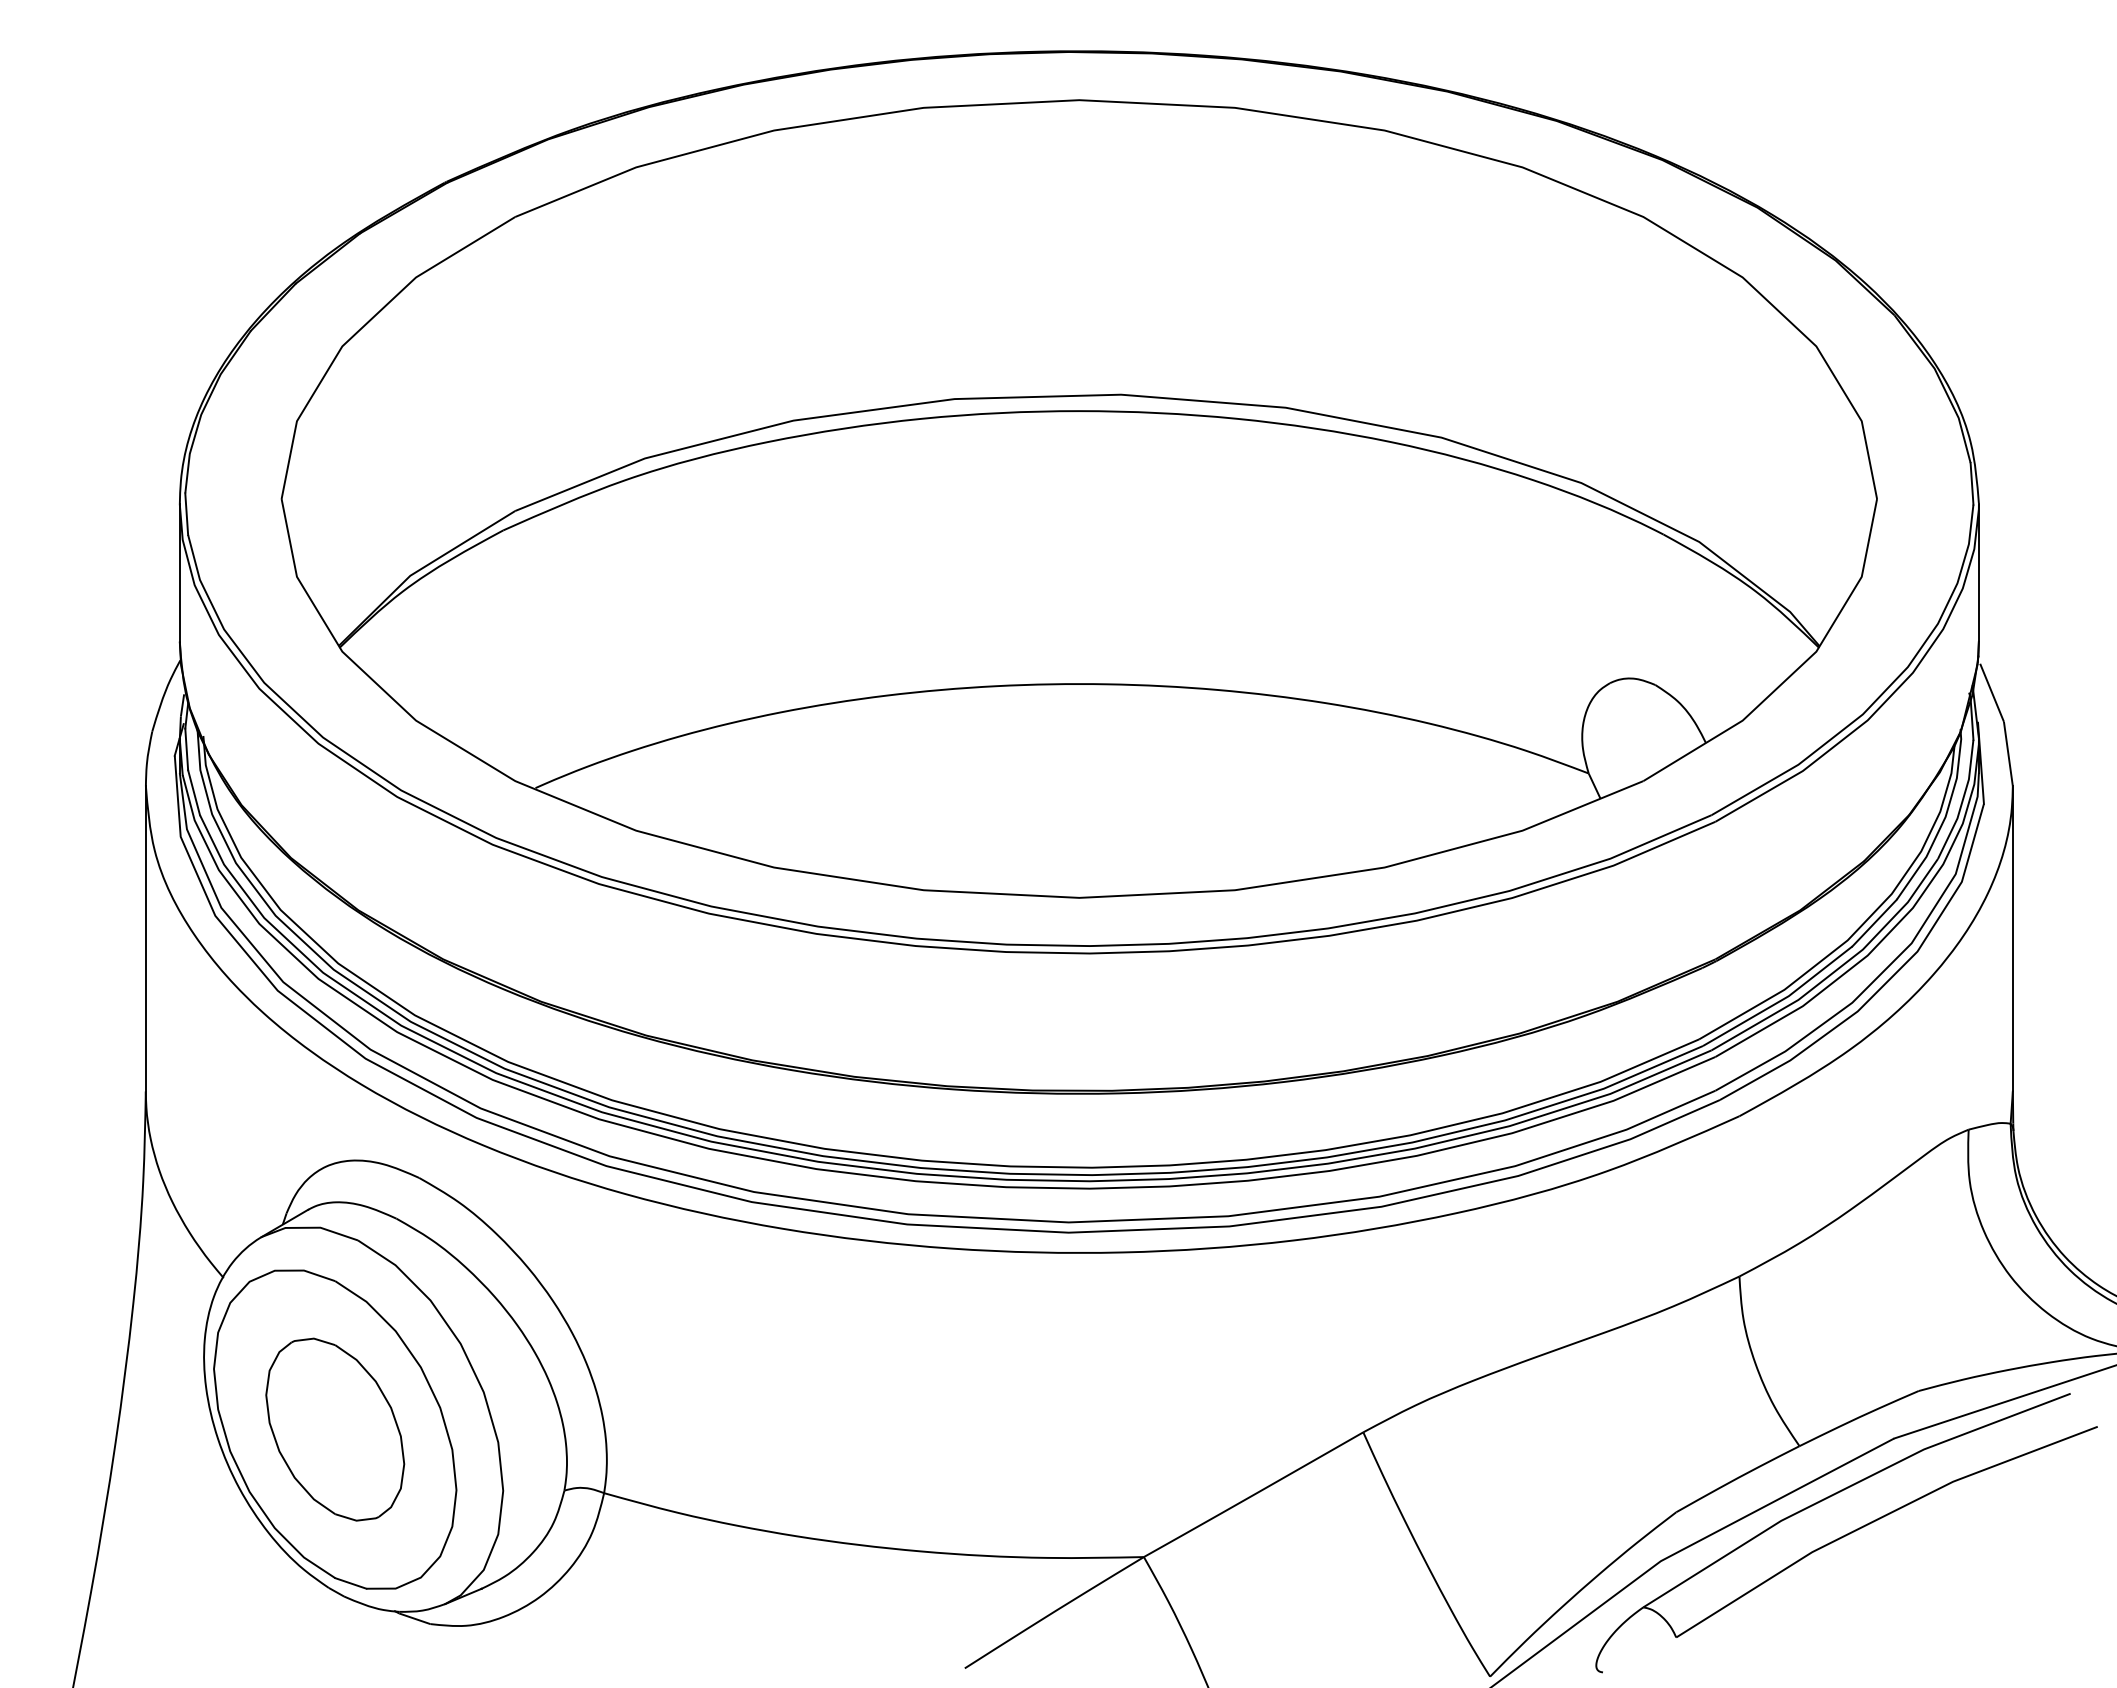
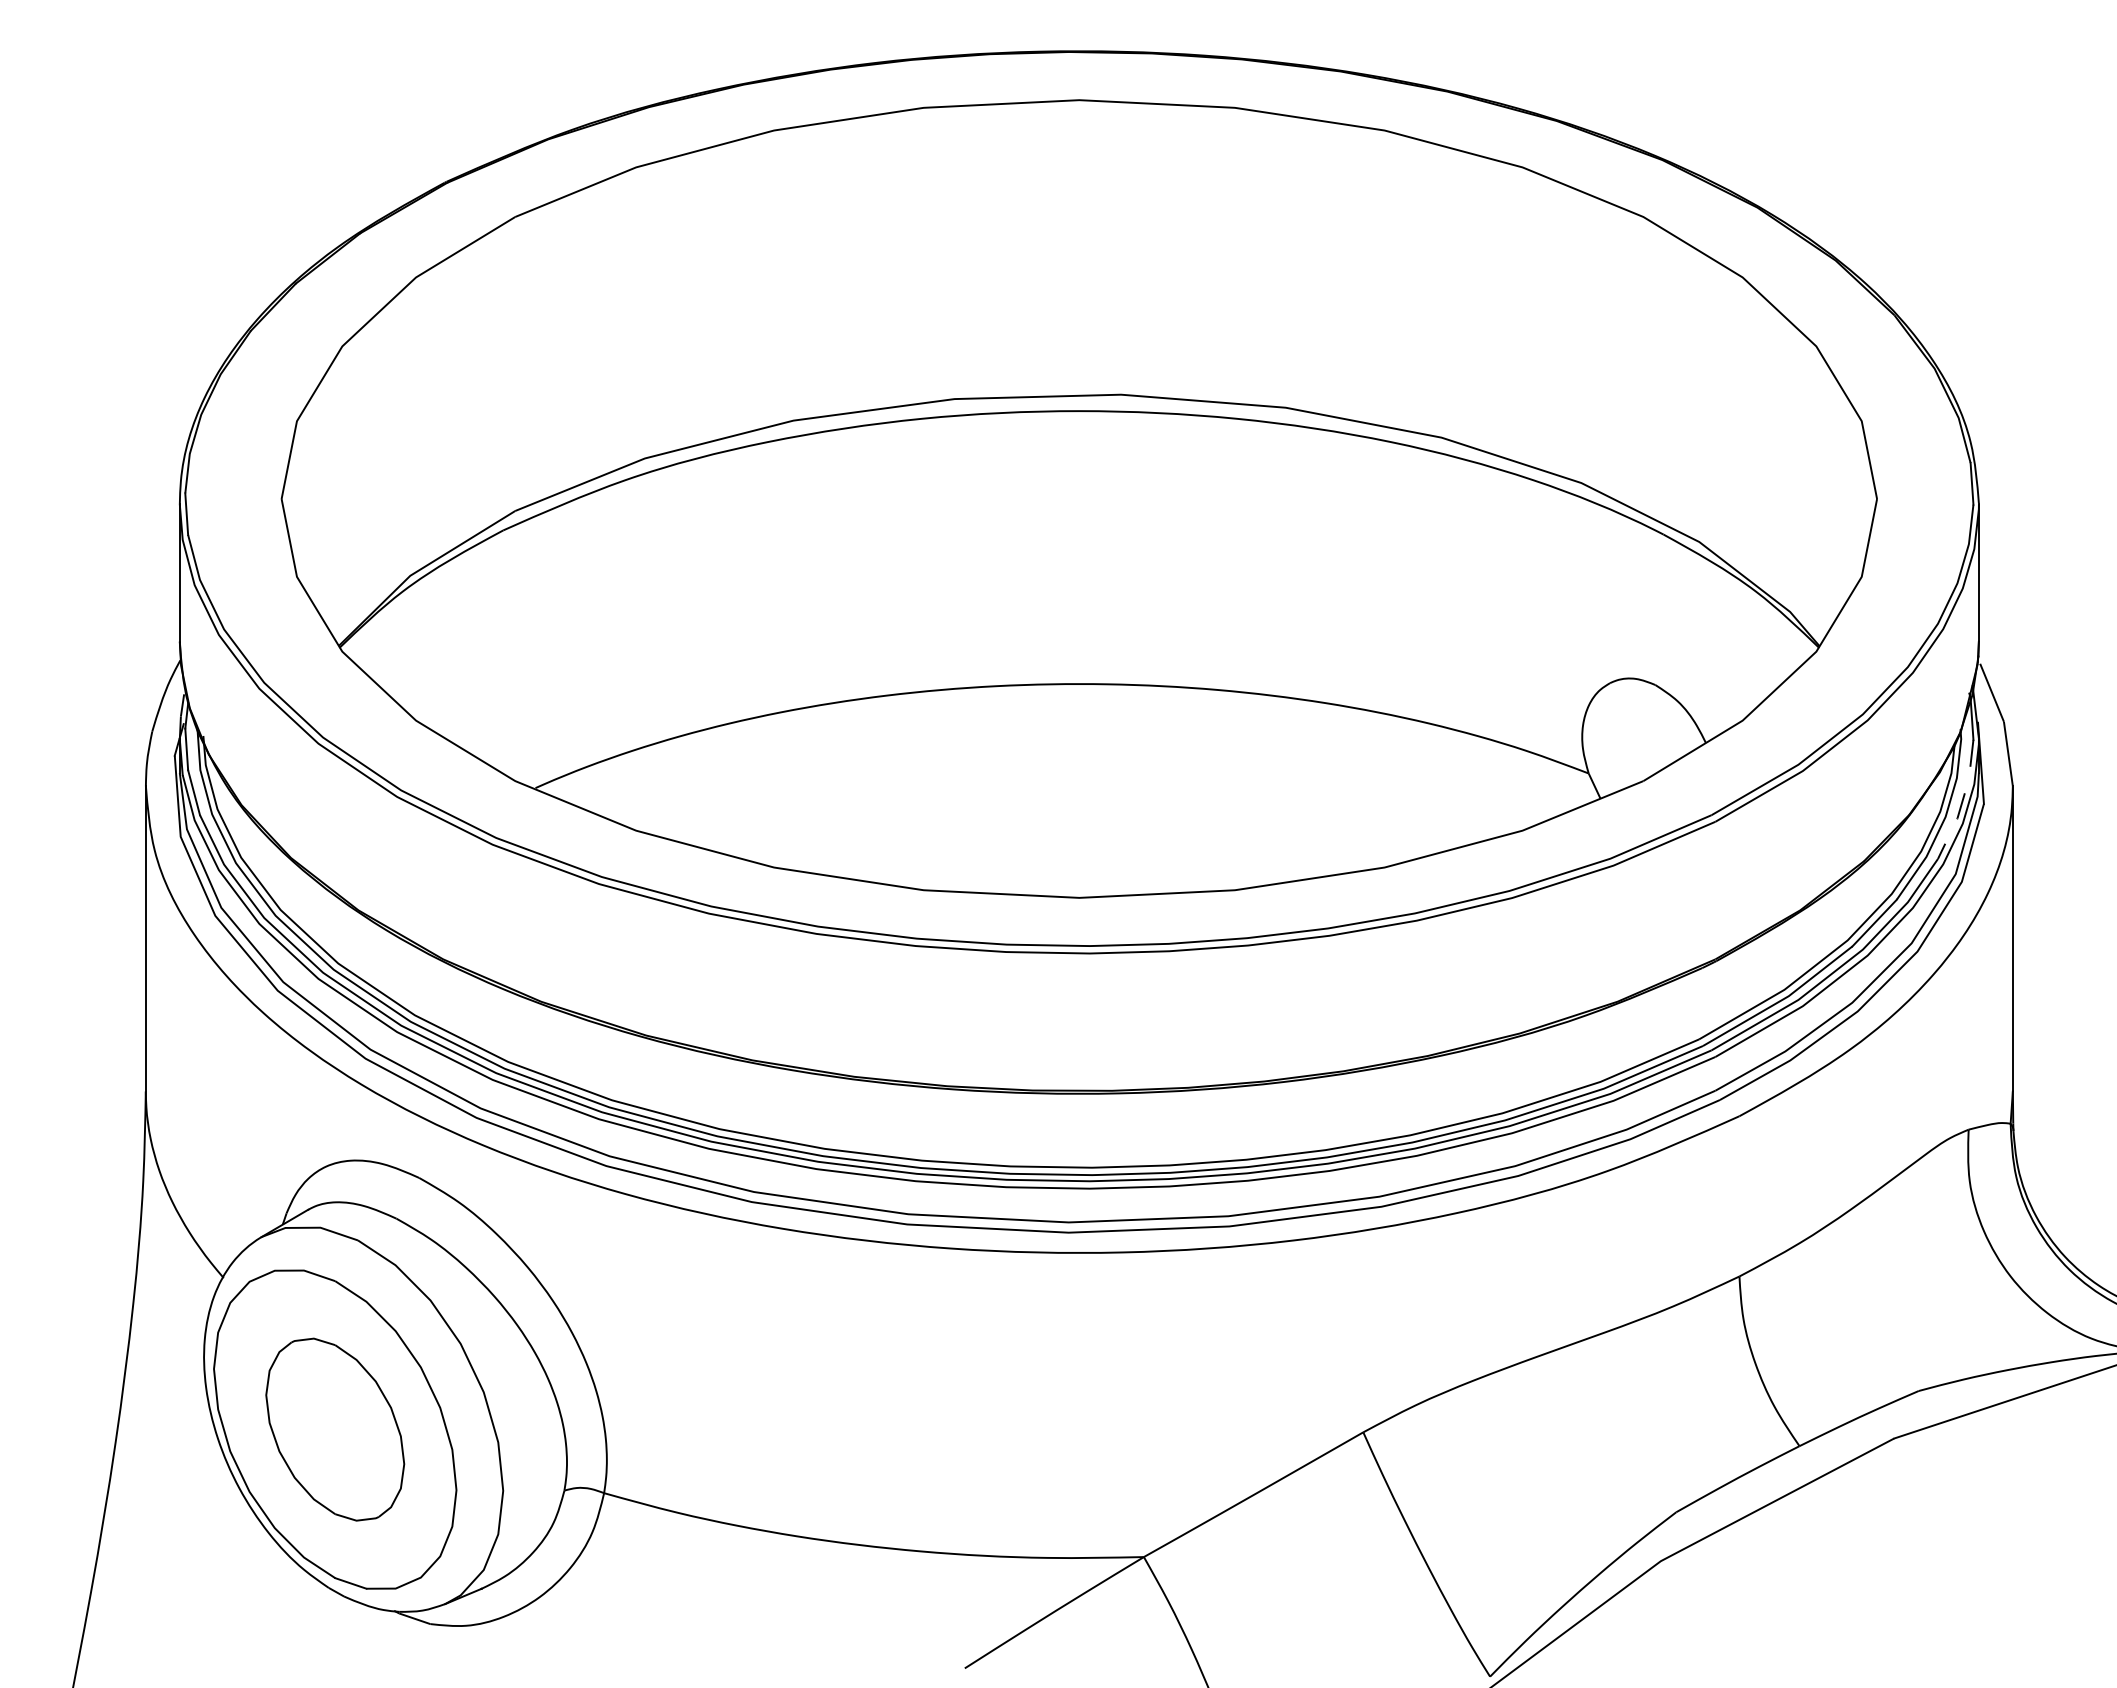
line at (1962, 801): solid -> dashed
part at (1846, 1533): present -> none
